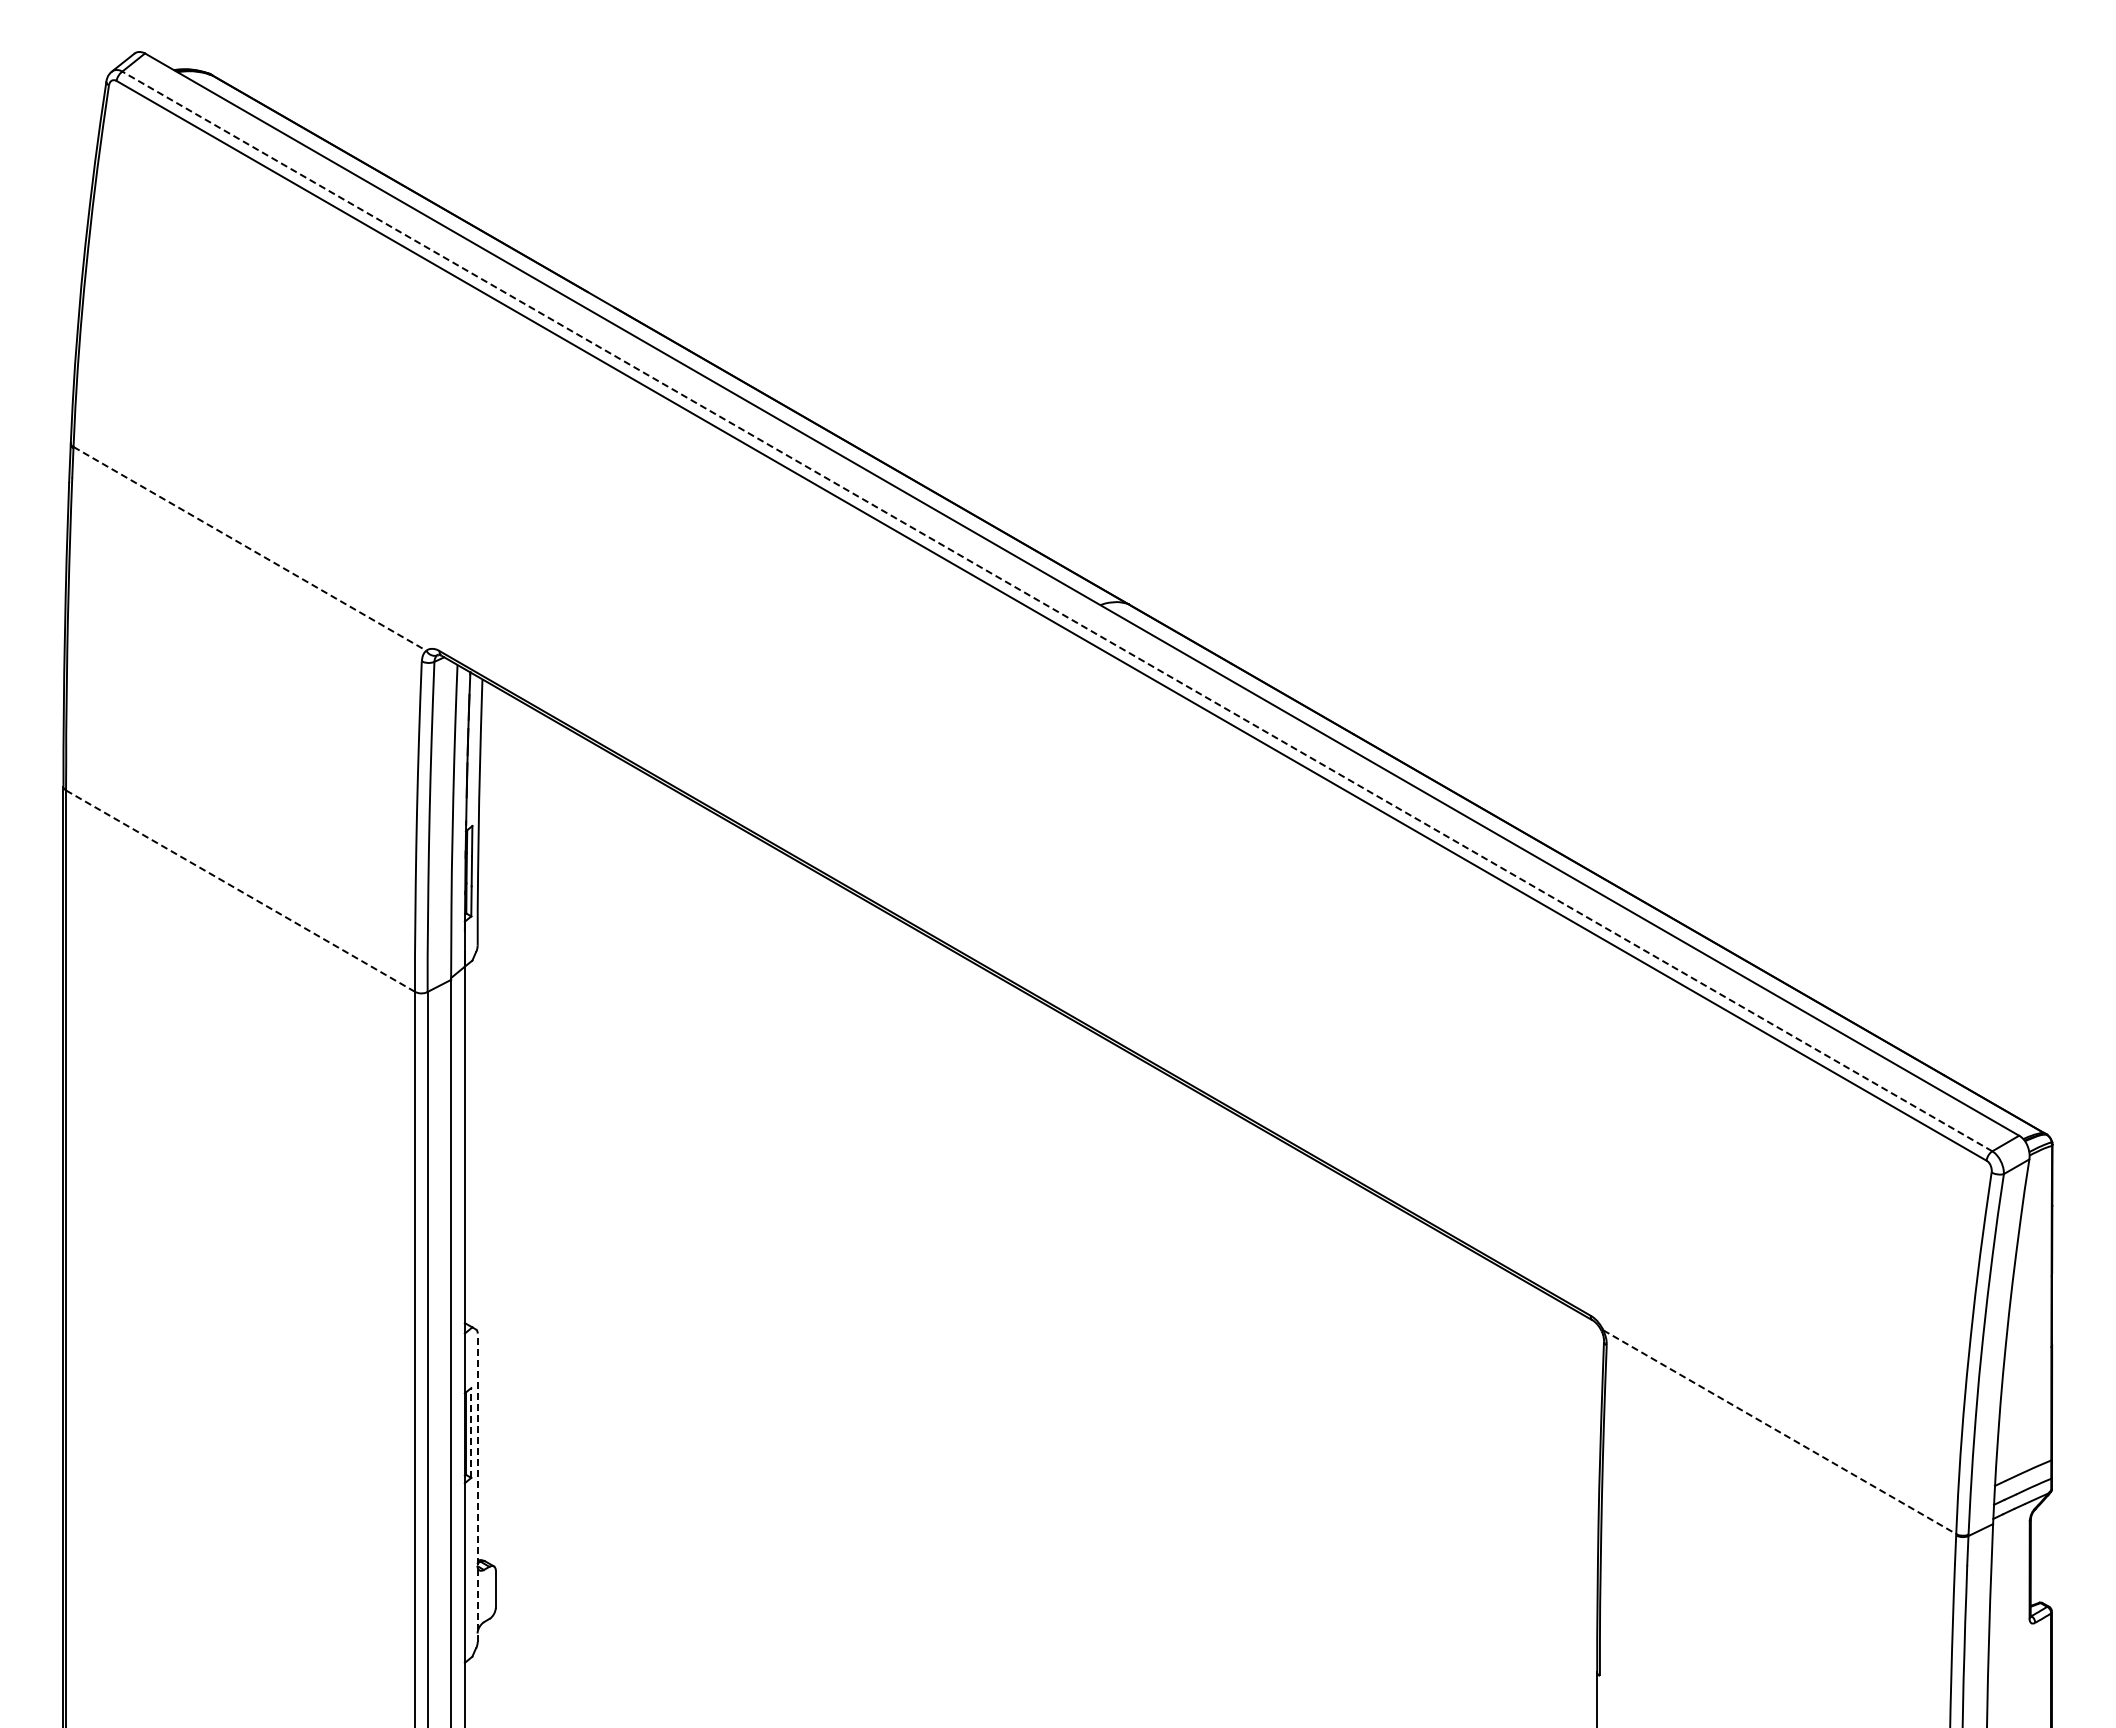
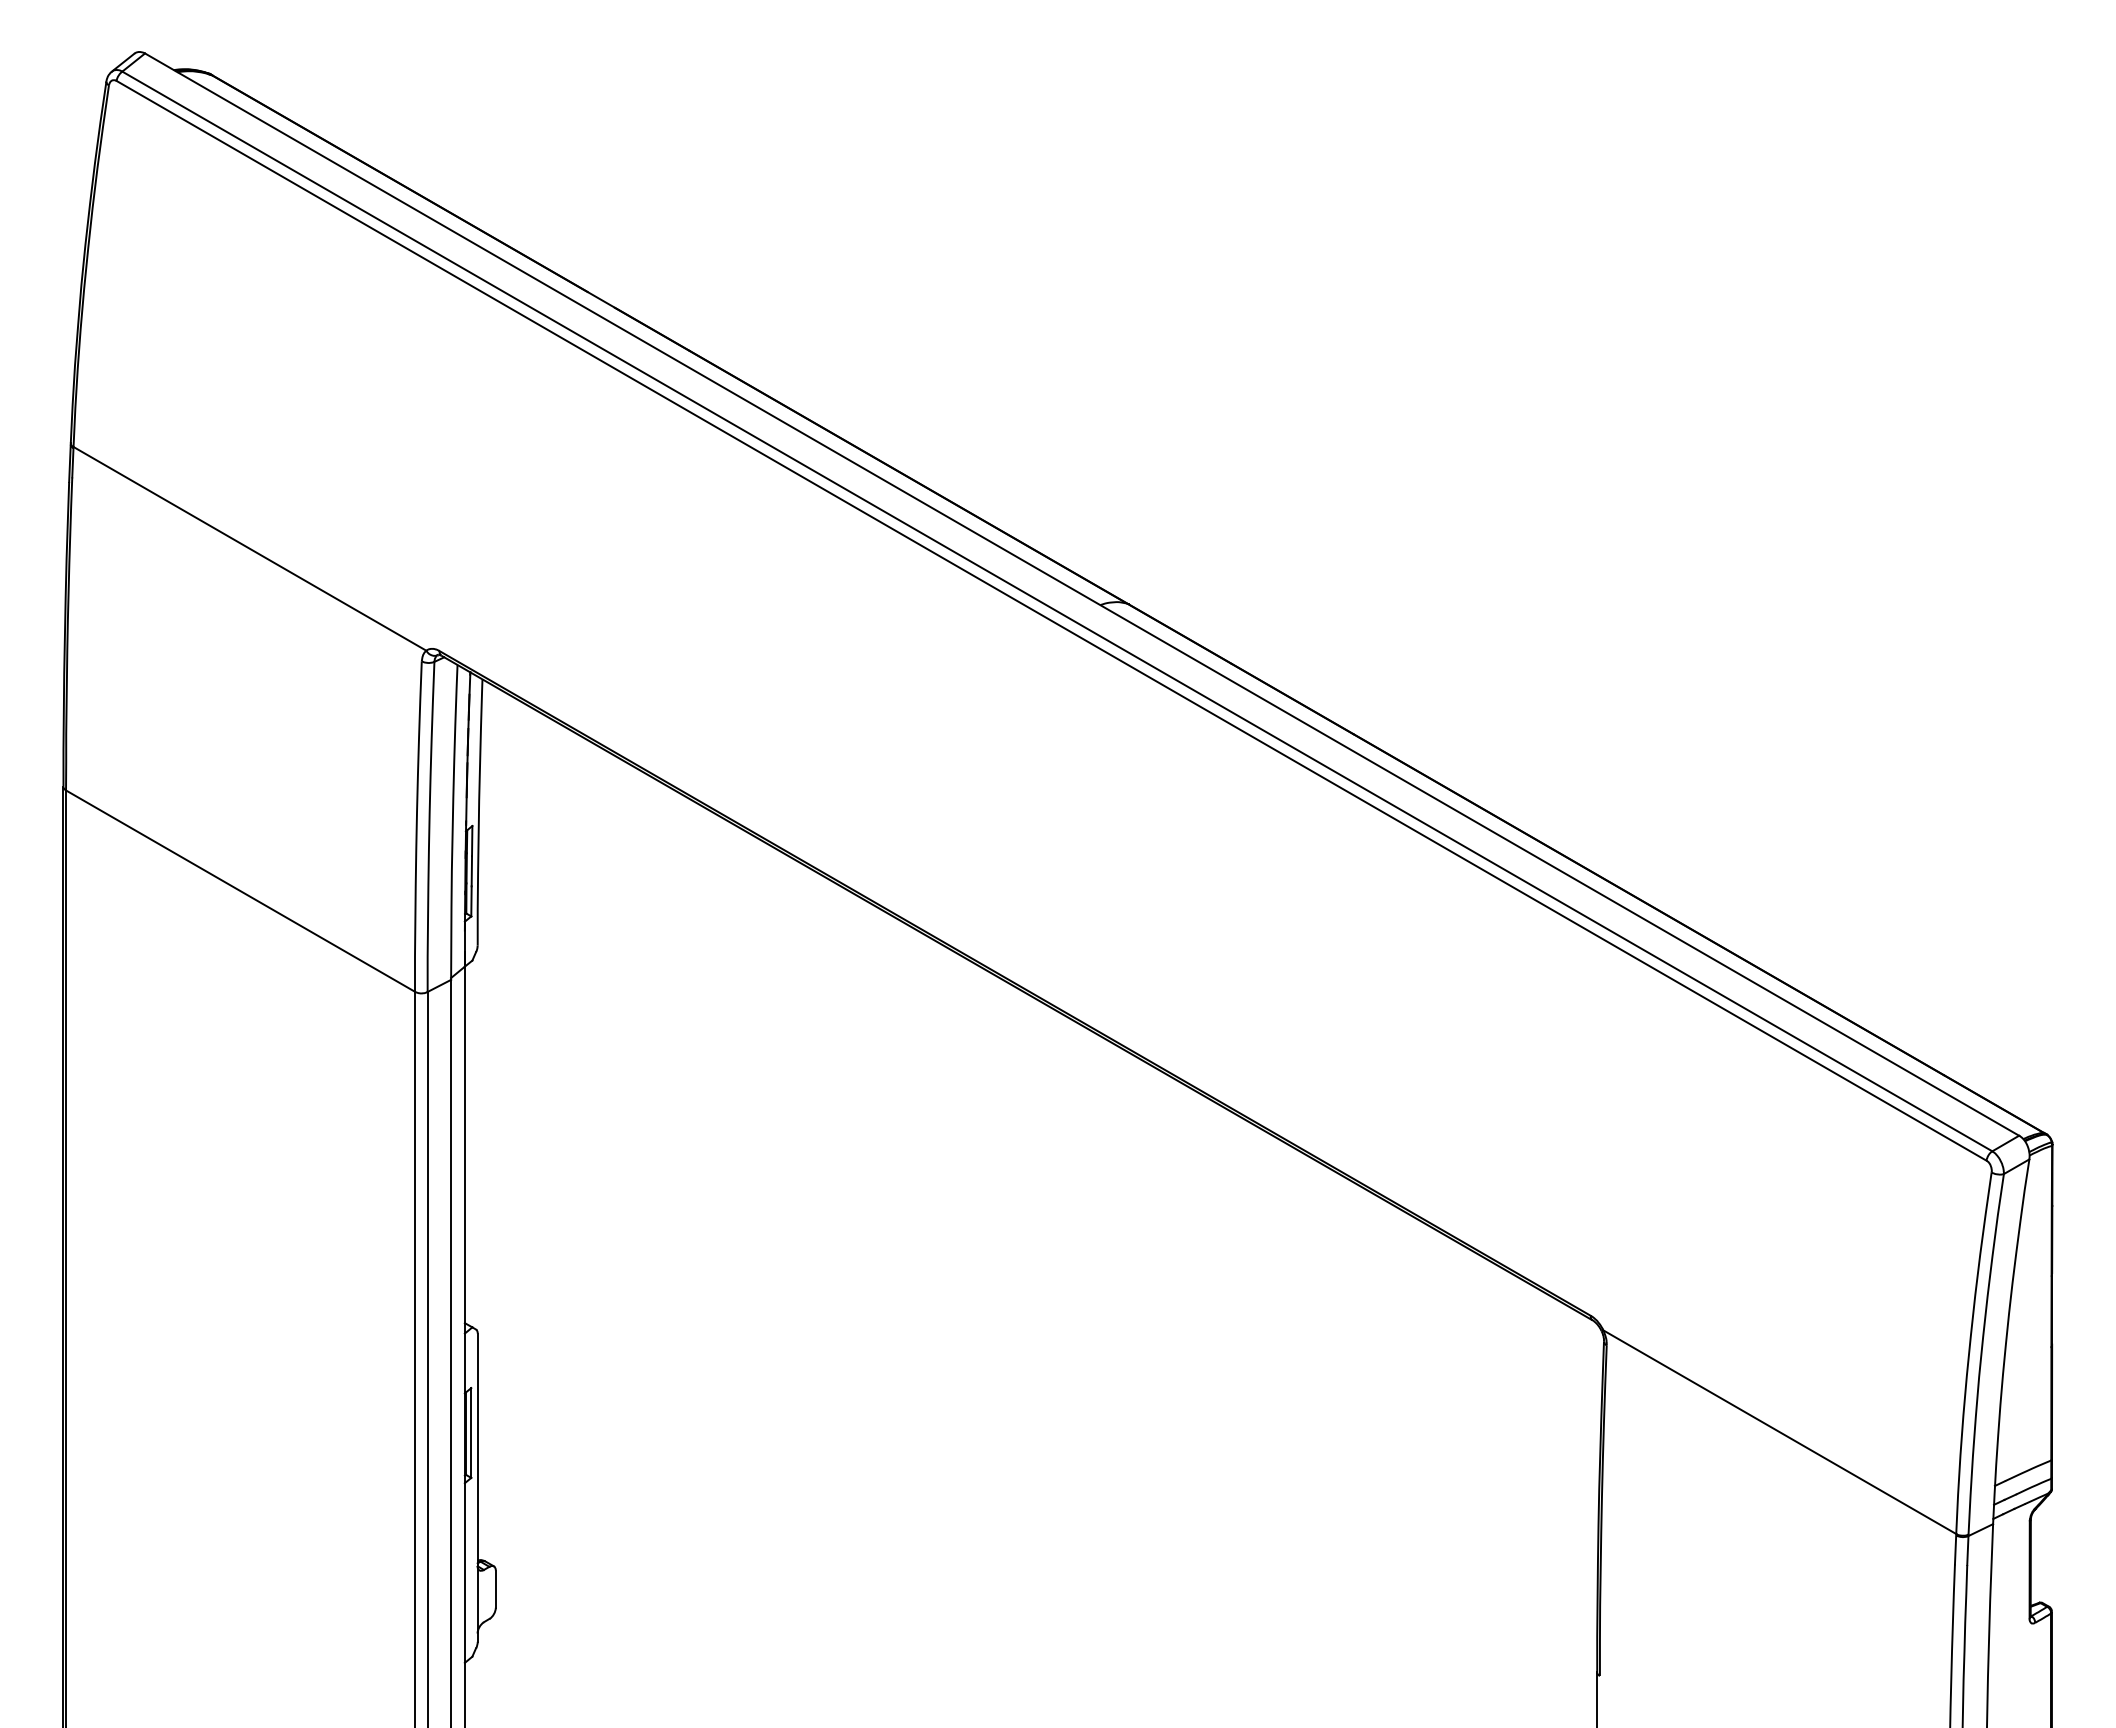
line at (249, 548): dashed -> solid
line at (1057, 611): dashed -> solid
line at (240, 891): dashed -> solid
line at (471, 1432): dashed -> solid
line at (1779, 1432): dashed -> solid
line at (477, 1487): dashed -> solid
